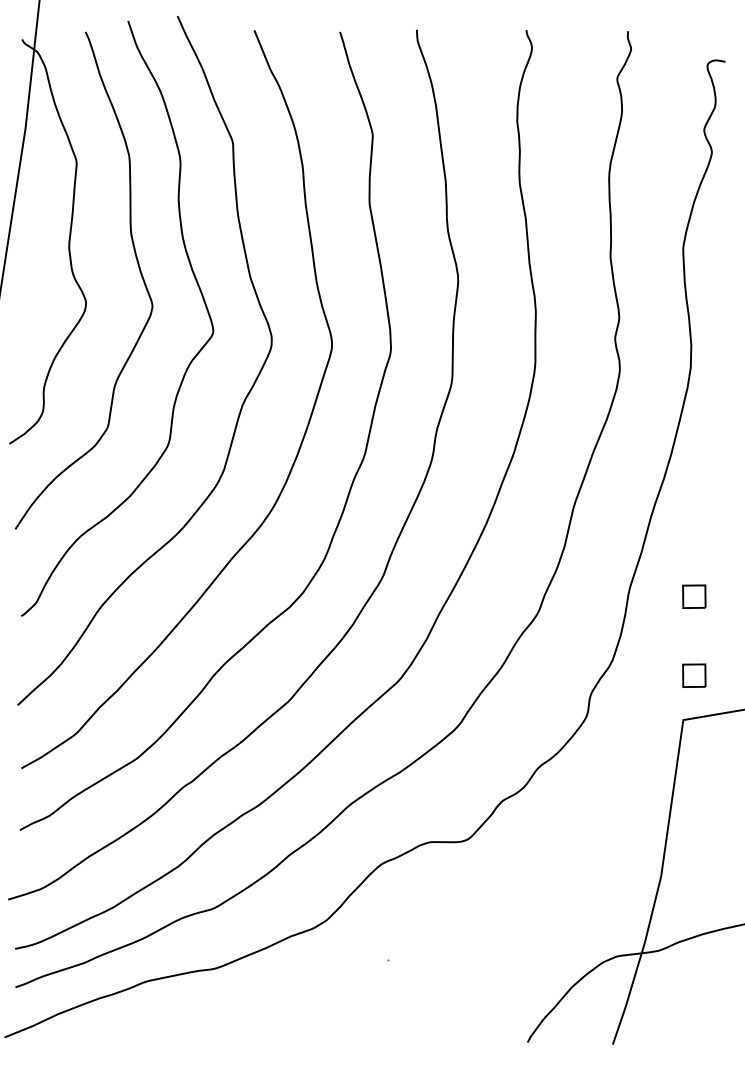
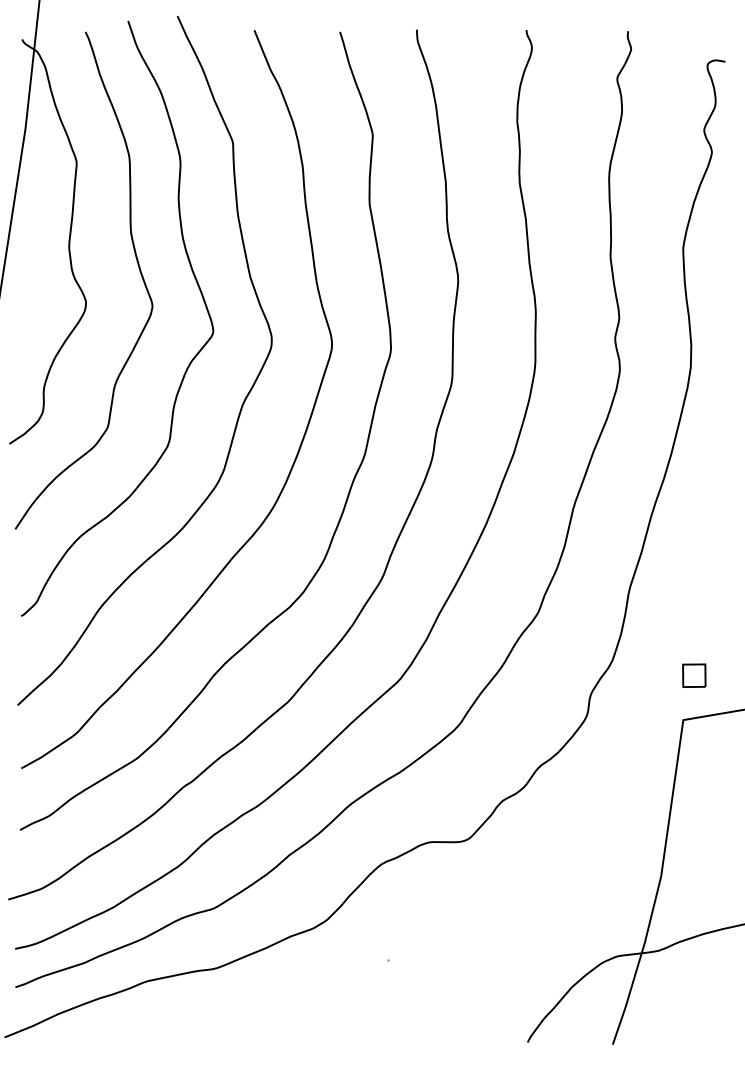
part at (694, 596): present -> none
